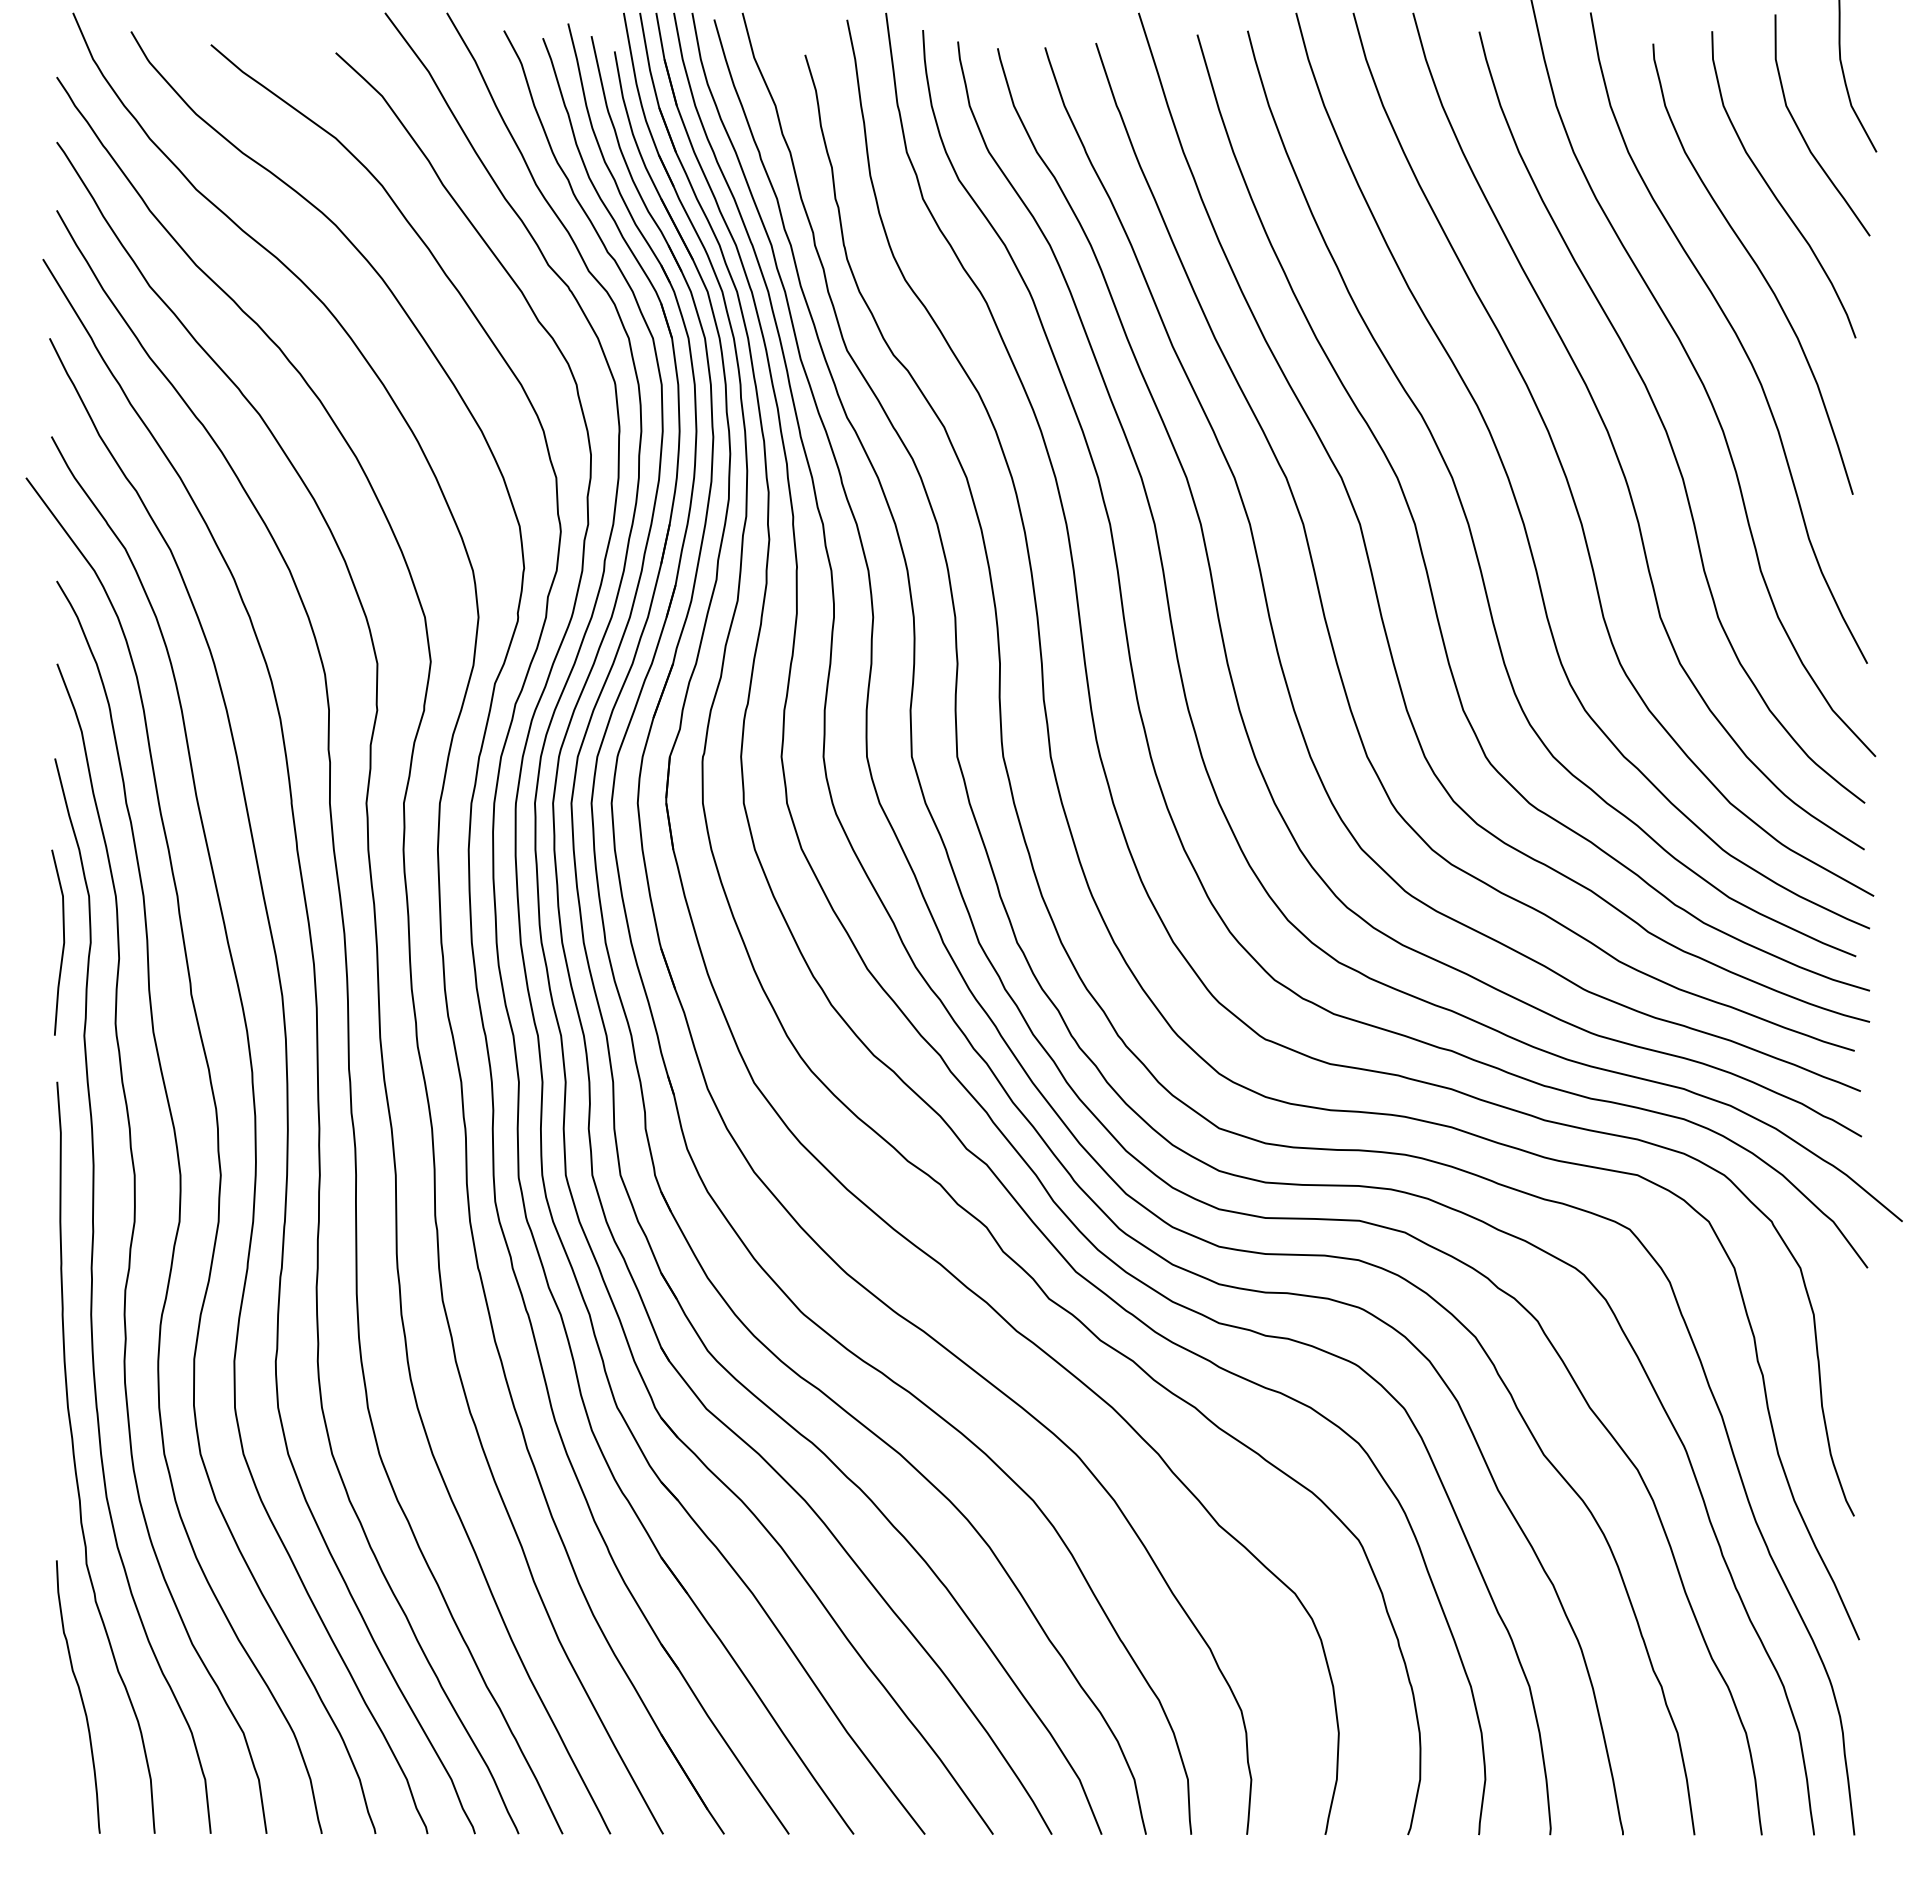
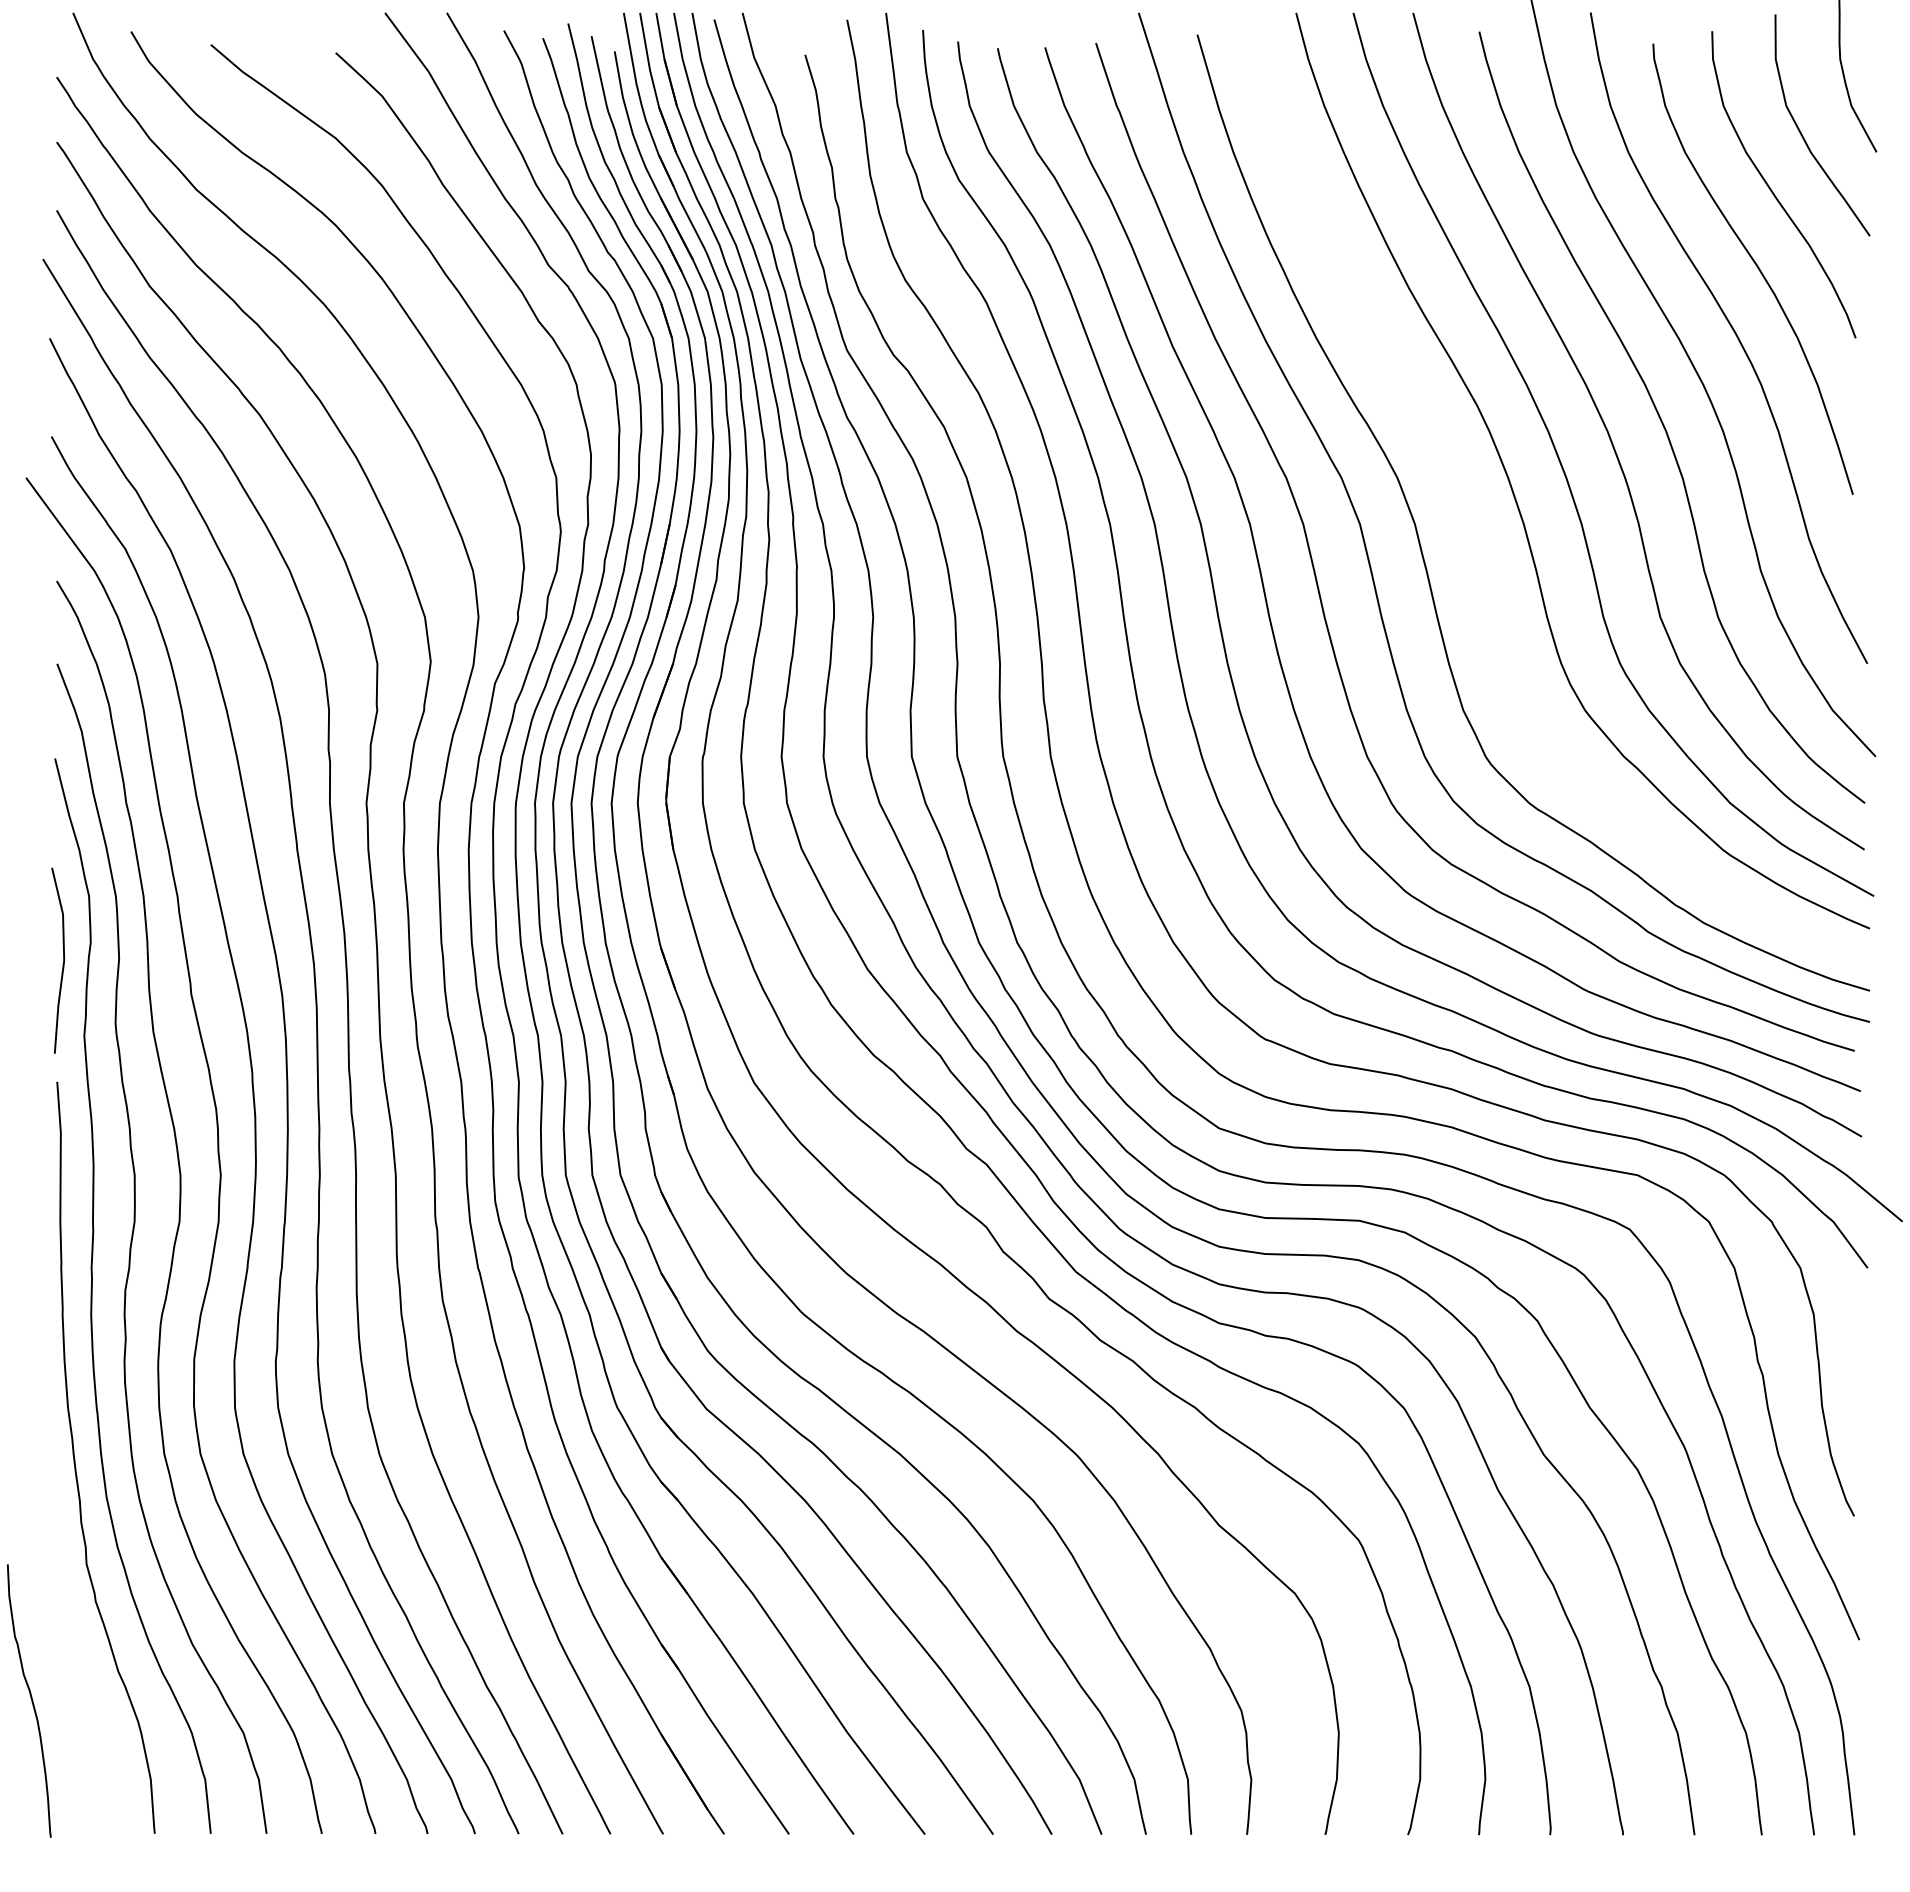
curve at (1468, 520): present -> none
line at (63, 942) position: (63, 942) -> (63, 960)
curve at (80, 1696) position: (80, 1696) -> (31, 1700)
